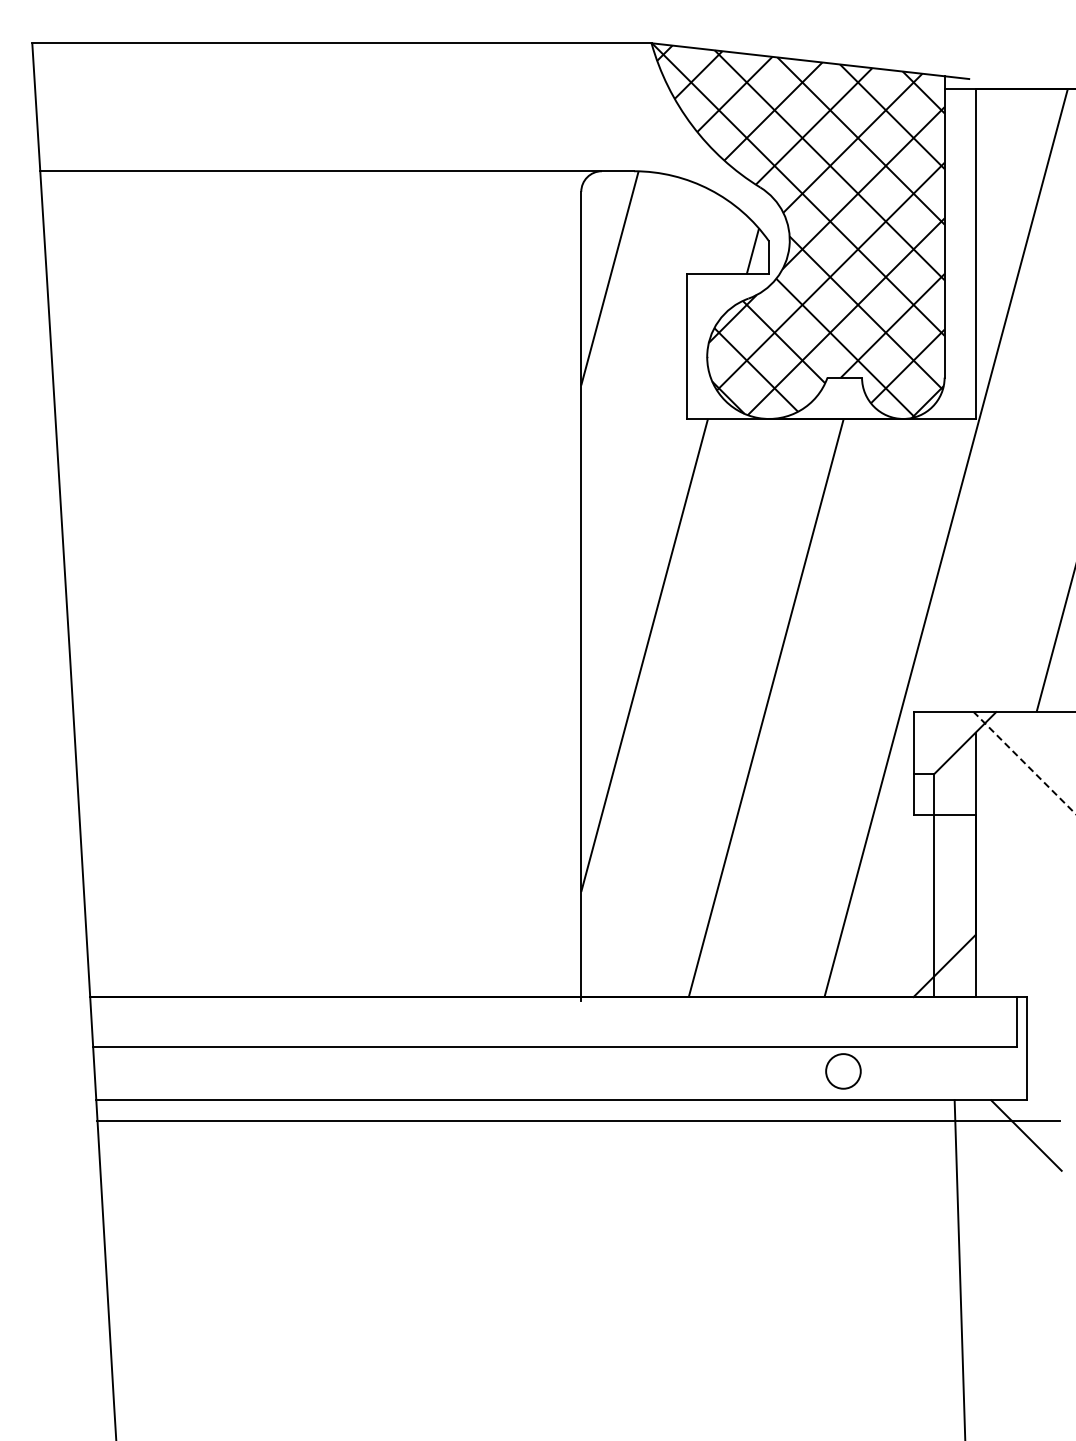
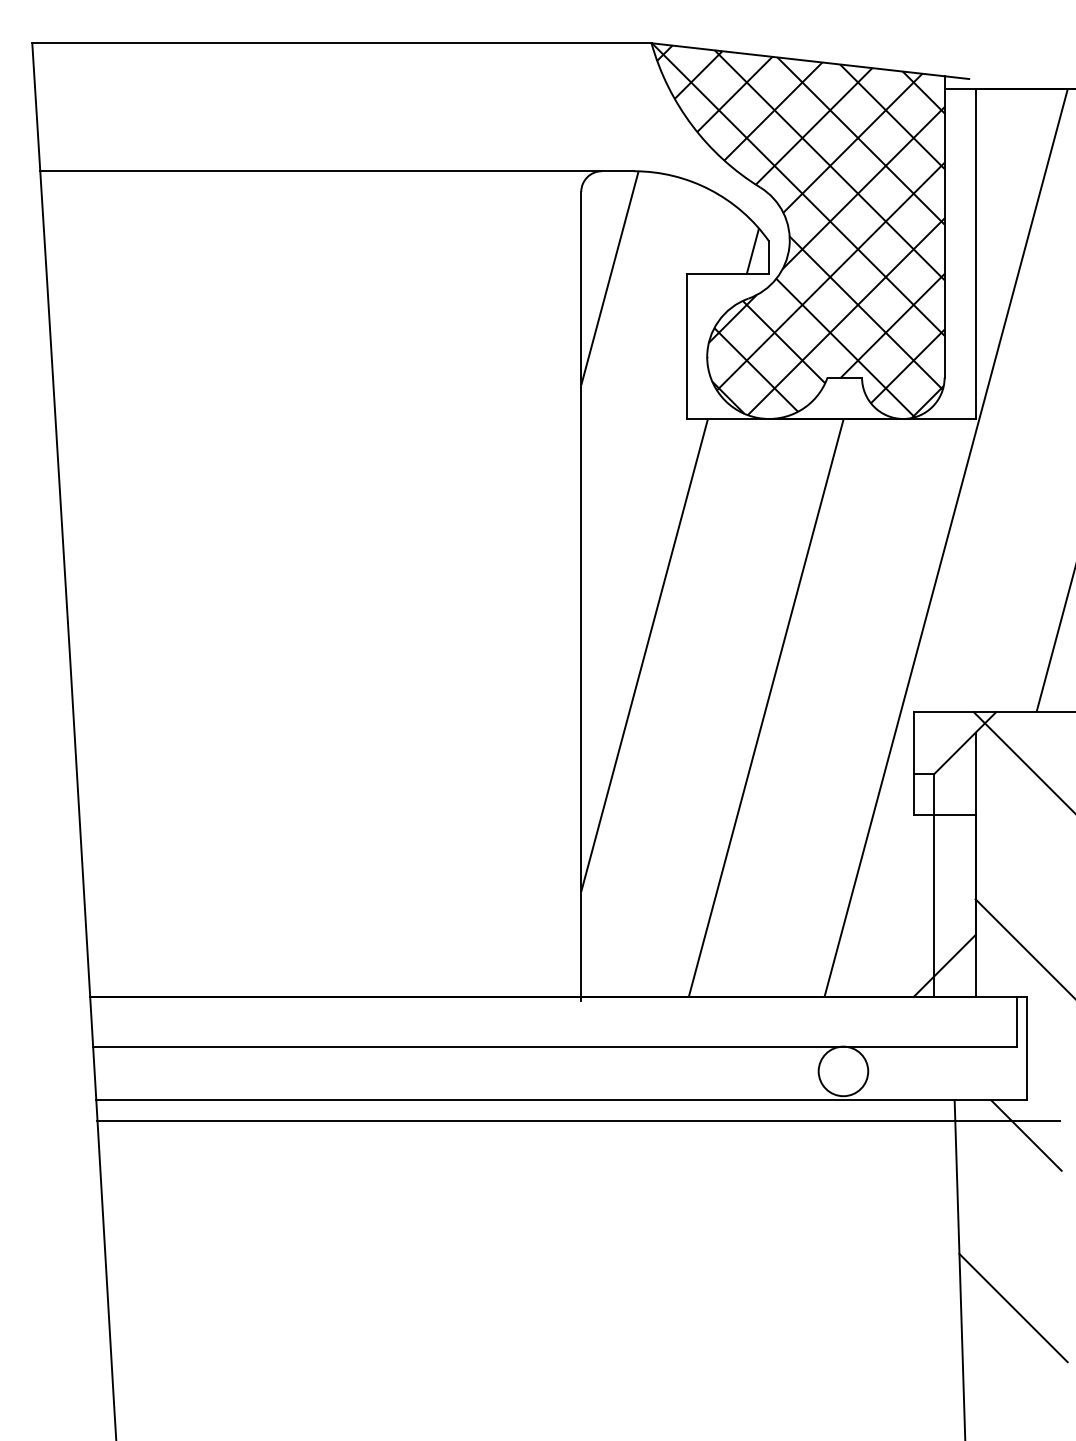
line at (1024, 763): dashed -> solid
line at (1023, 947): none -> present
circle at (843, 1071) diameter: 35 px -> 50 px
line at (1013, 1307): none -> present
